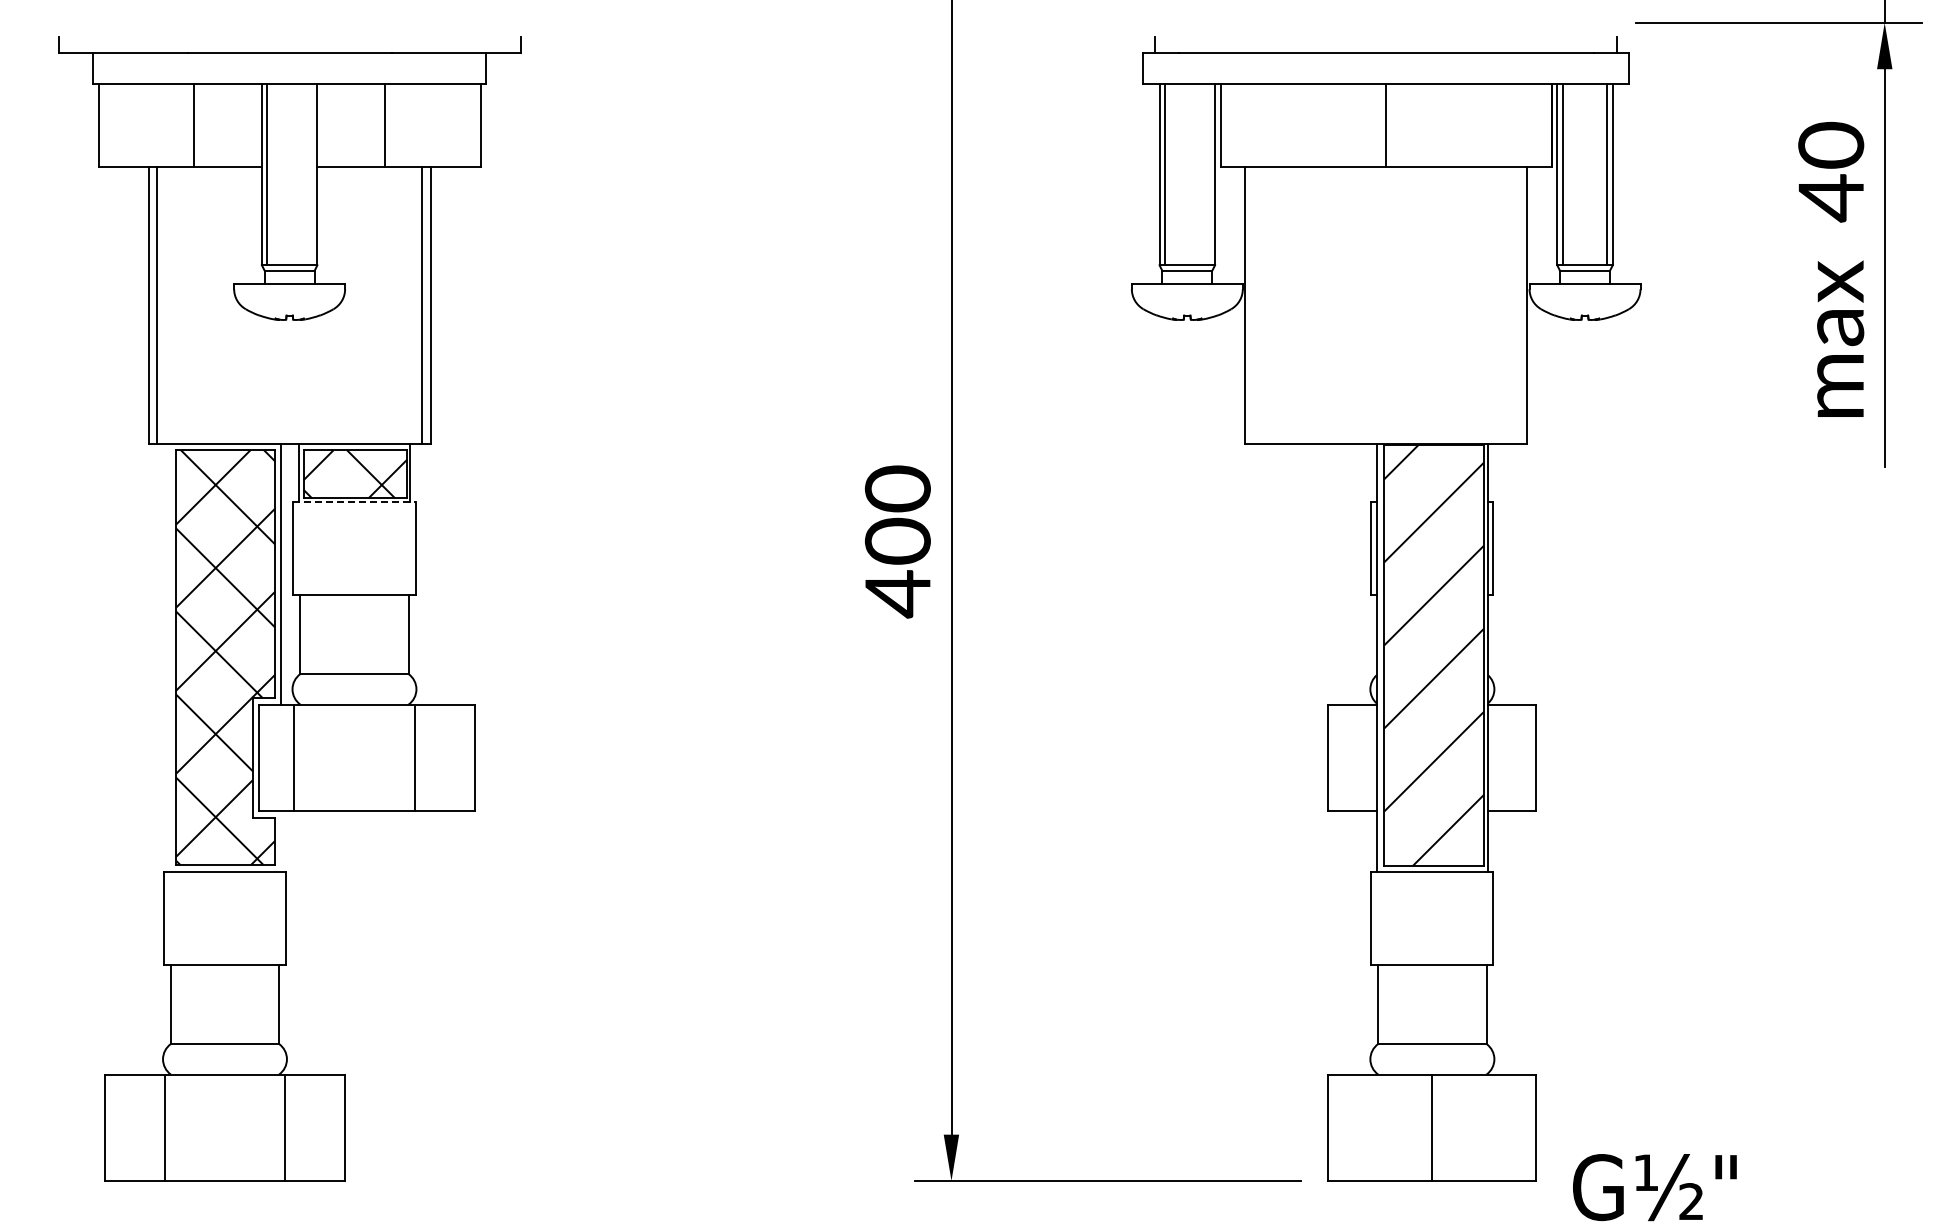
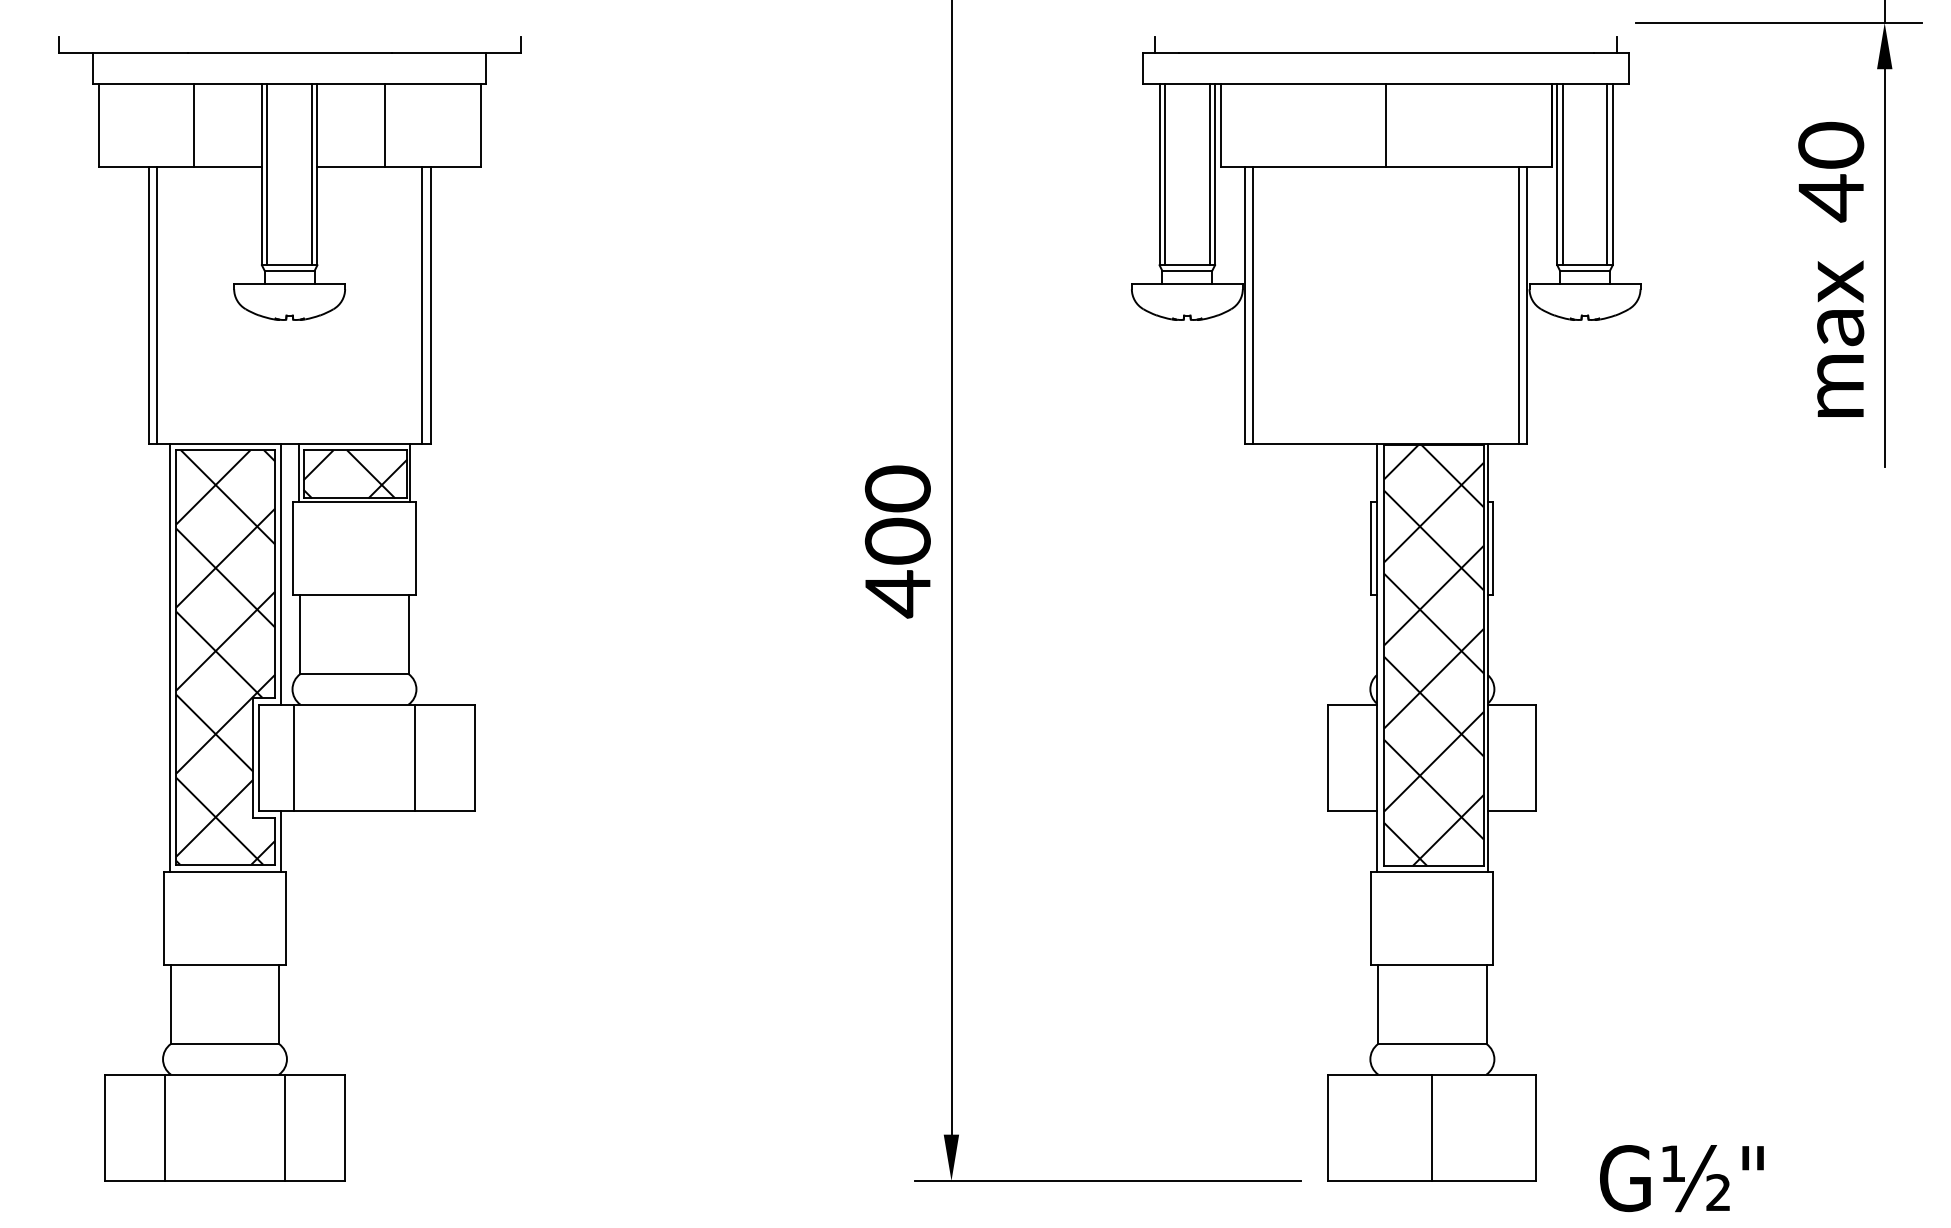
line at (311, 174): none -> present
line at (1209, 174): none -> present
line at (1253, 305): none -> present
line at (1518, 305): none -> present
line at (354, 502): dashed -> solid
hatch at (1433, 655): none -> present
line at (169, 657): none -> present
line at (280, 841): none -> present
text at (1654, 1187) position: (1654, 1187) -> (1681, 1178)
